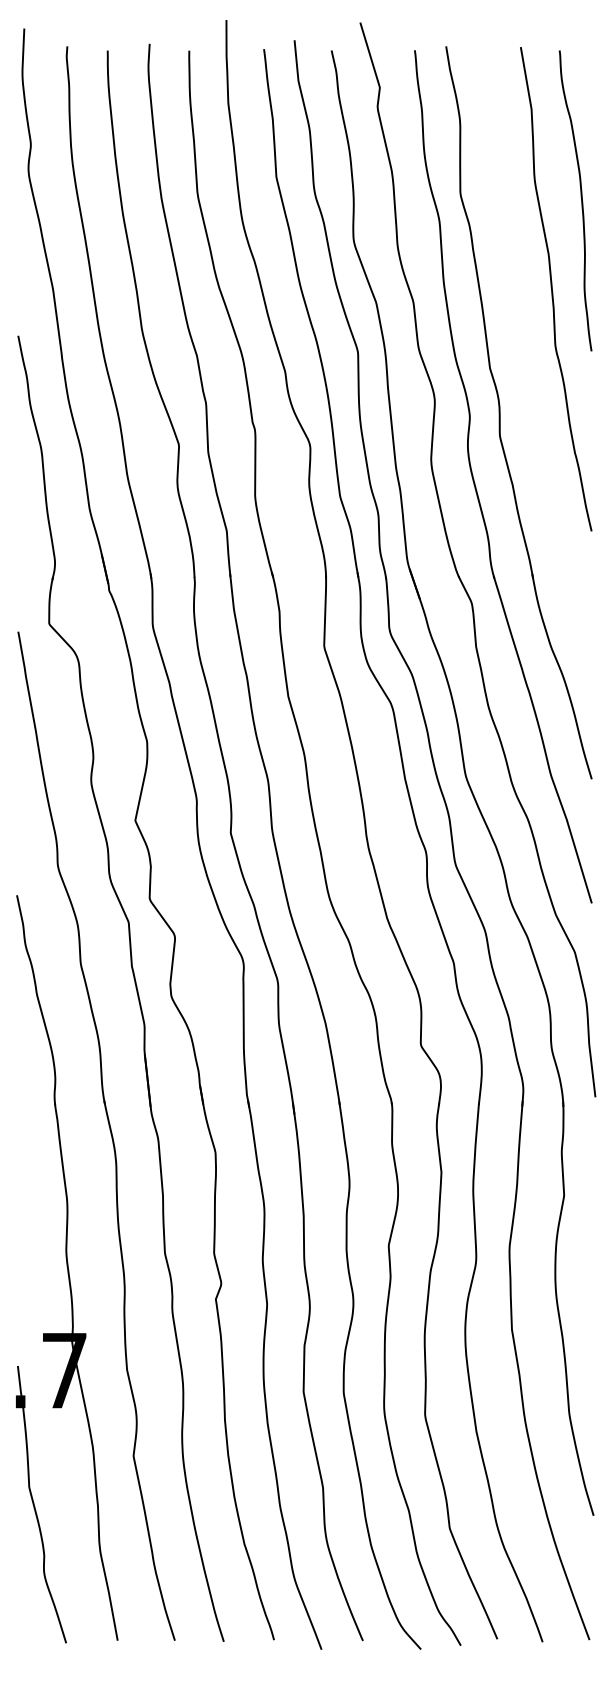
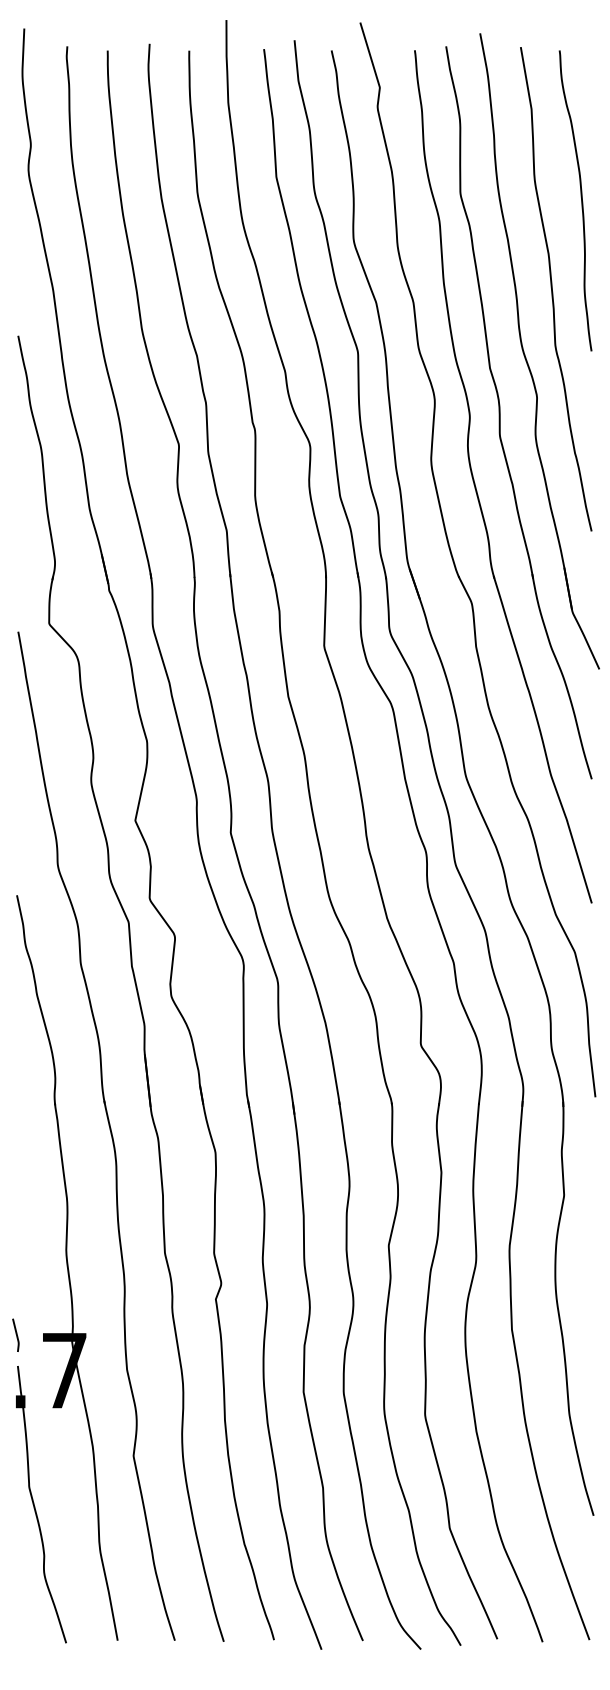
part at (525, 354): none -> present
curve at (15, 1334): none -> present
